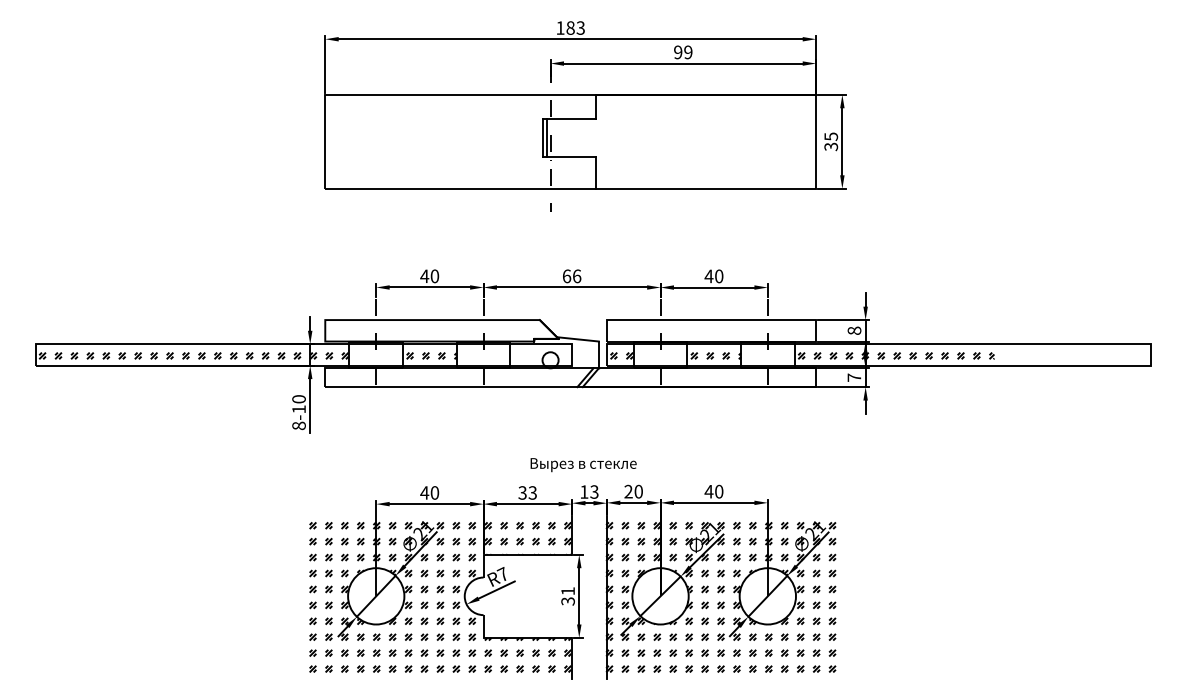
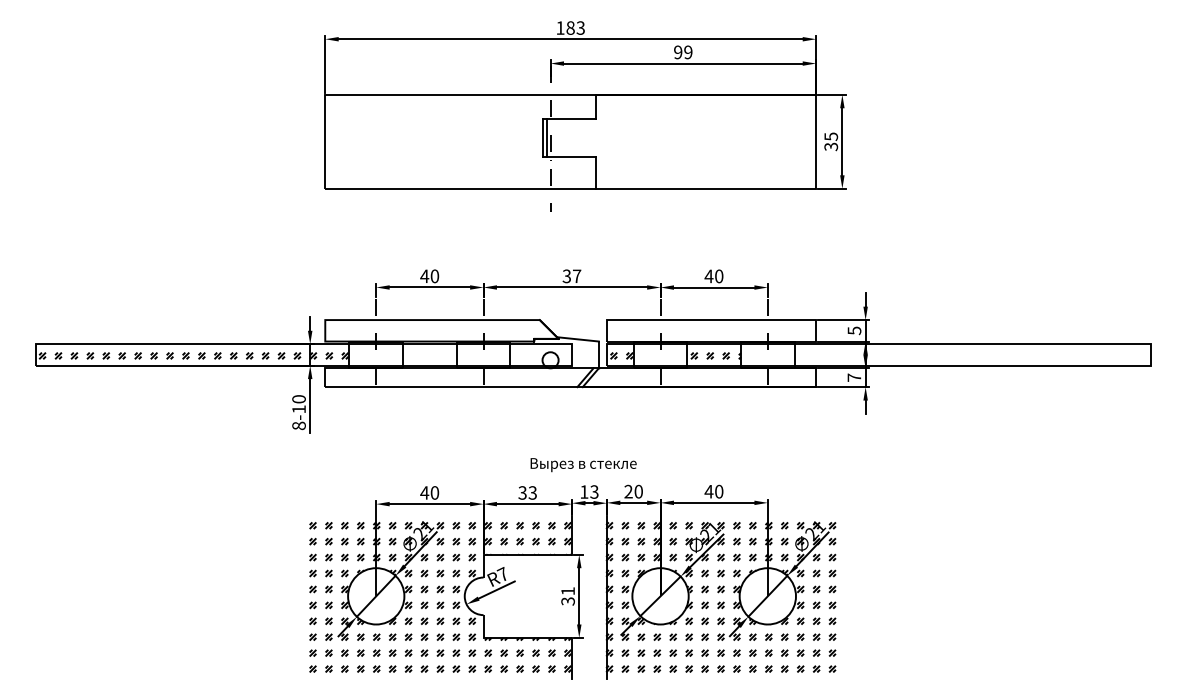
text at (571, 276): 66 -> 37
text at (854, 330): 8 -> 5
hatch at (431, 355): present -> none
hatch at (896, 355): present -> none
